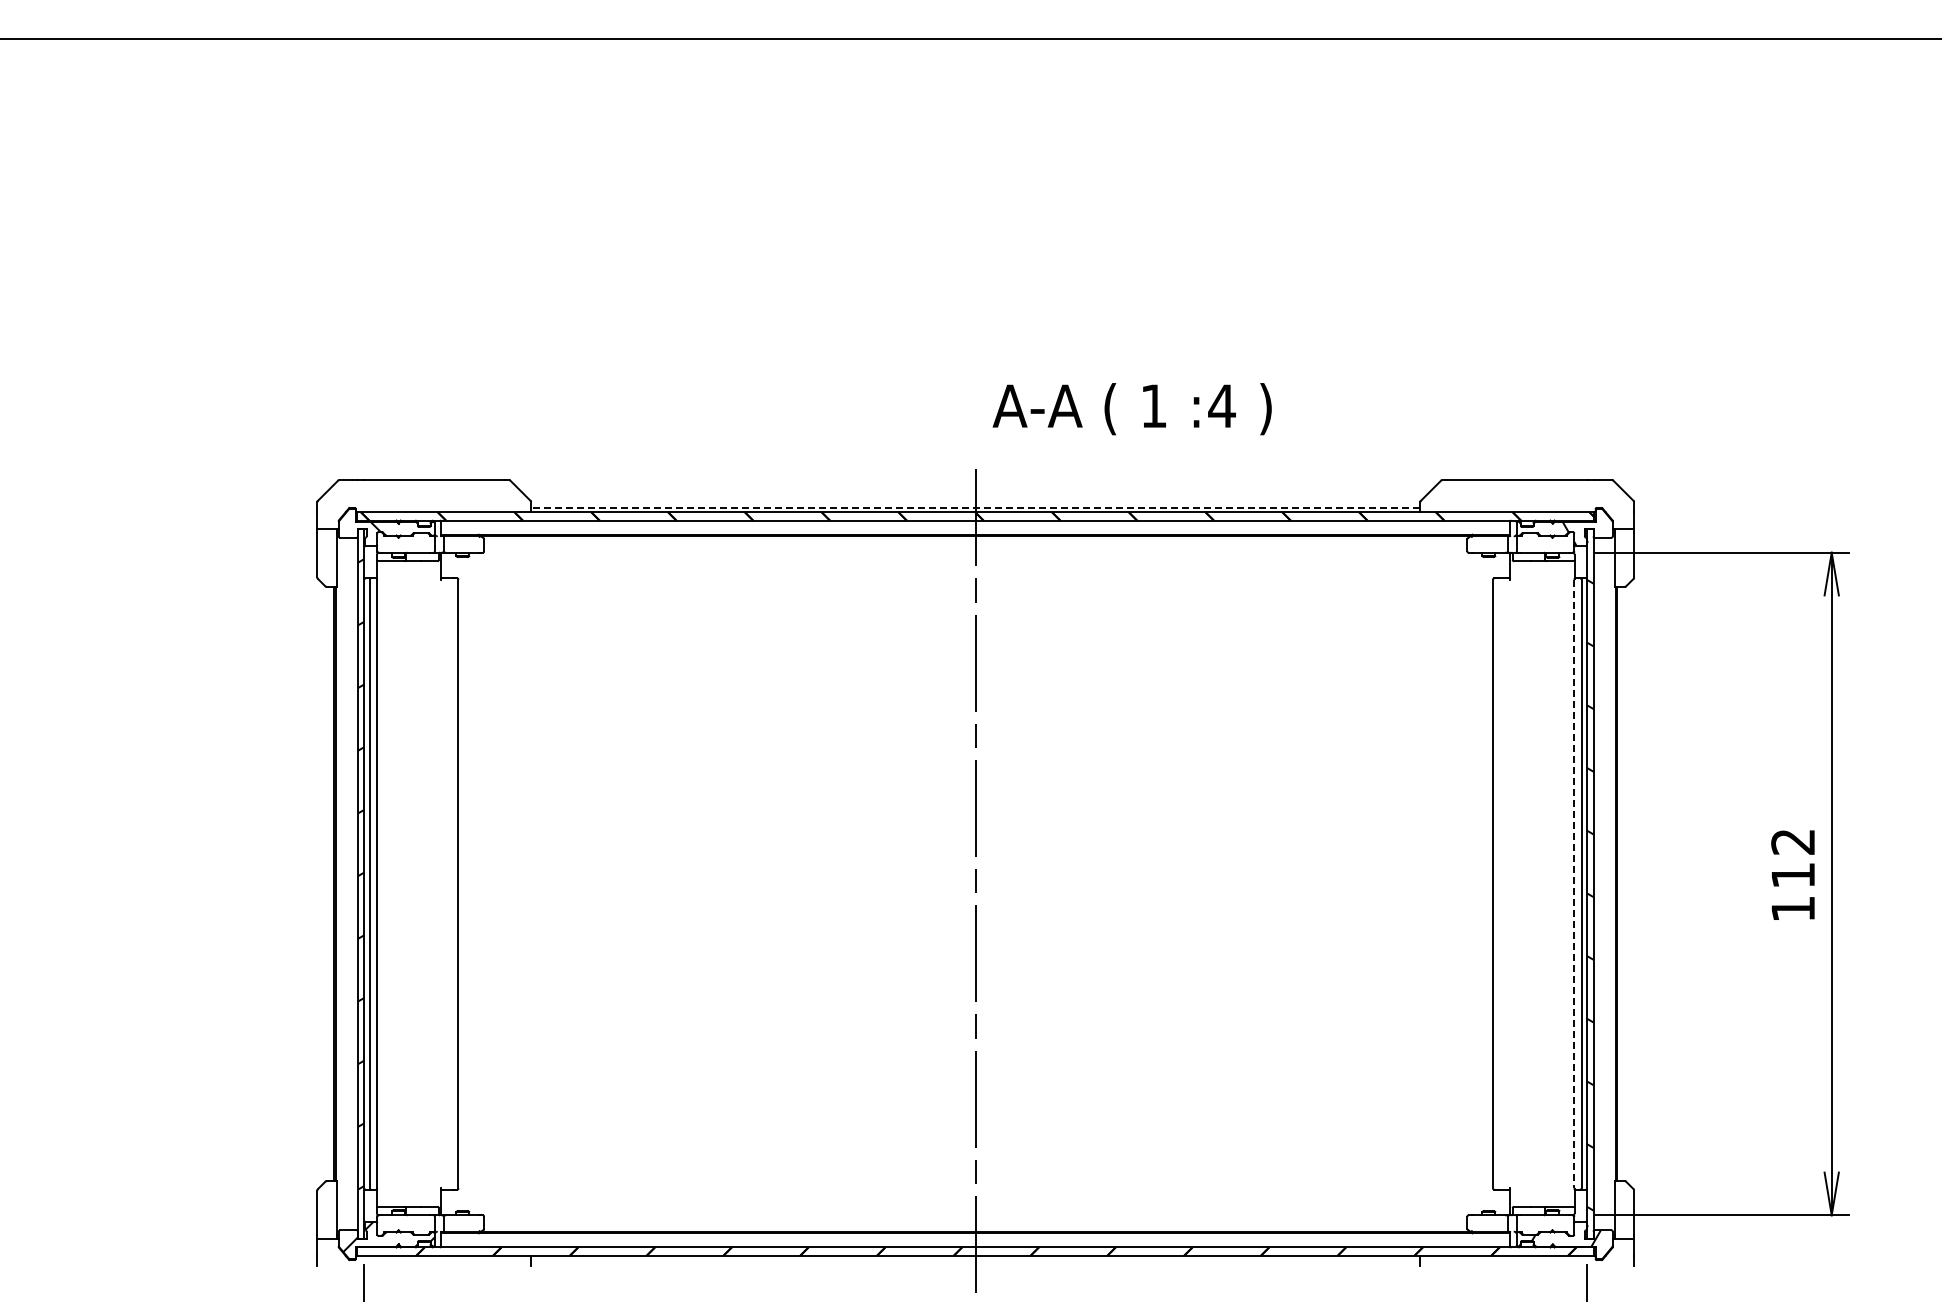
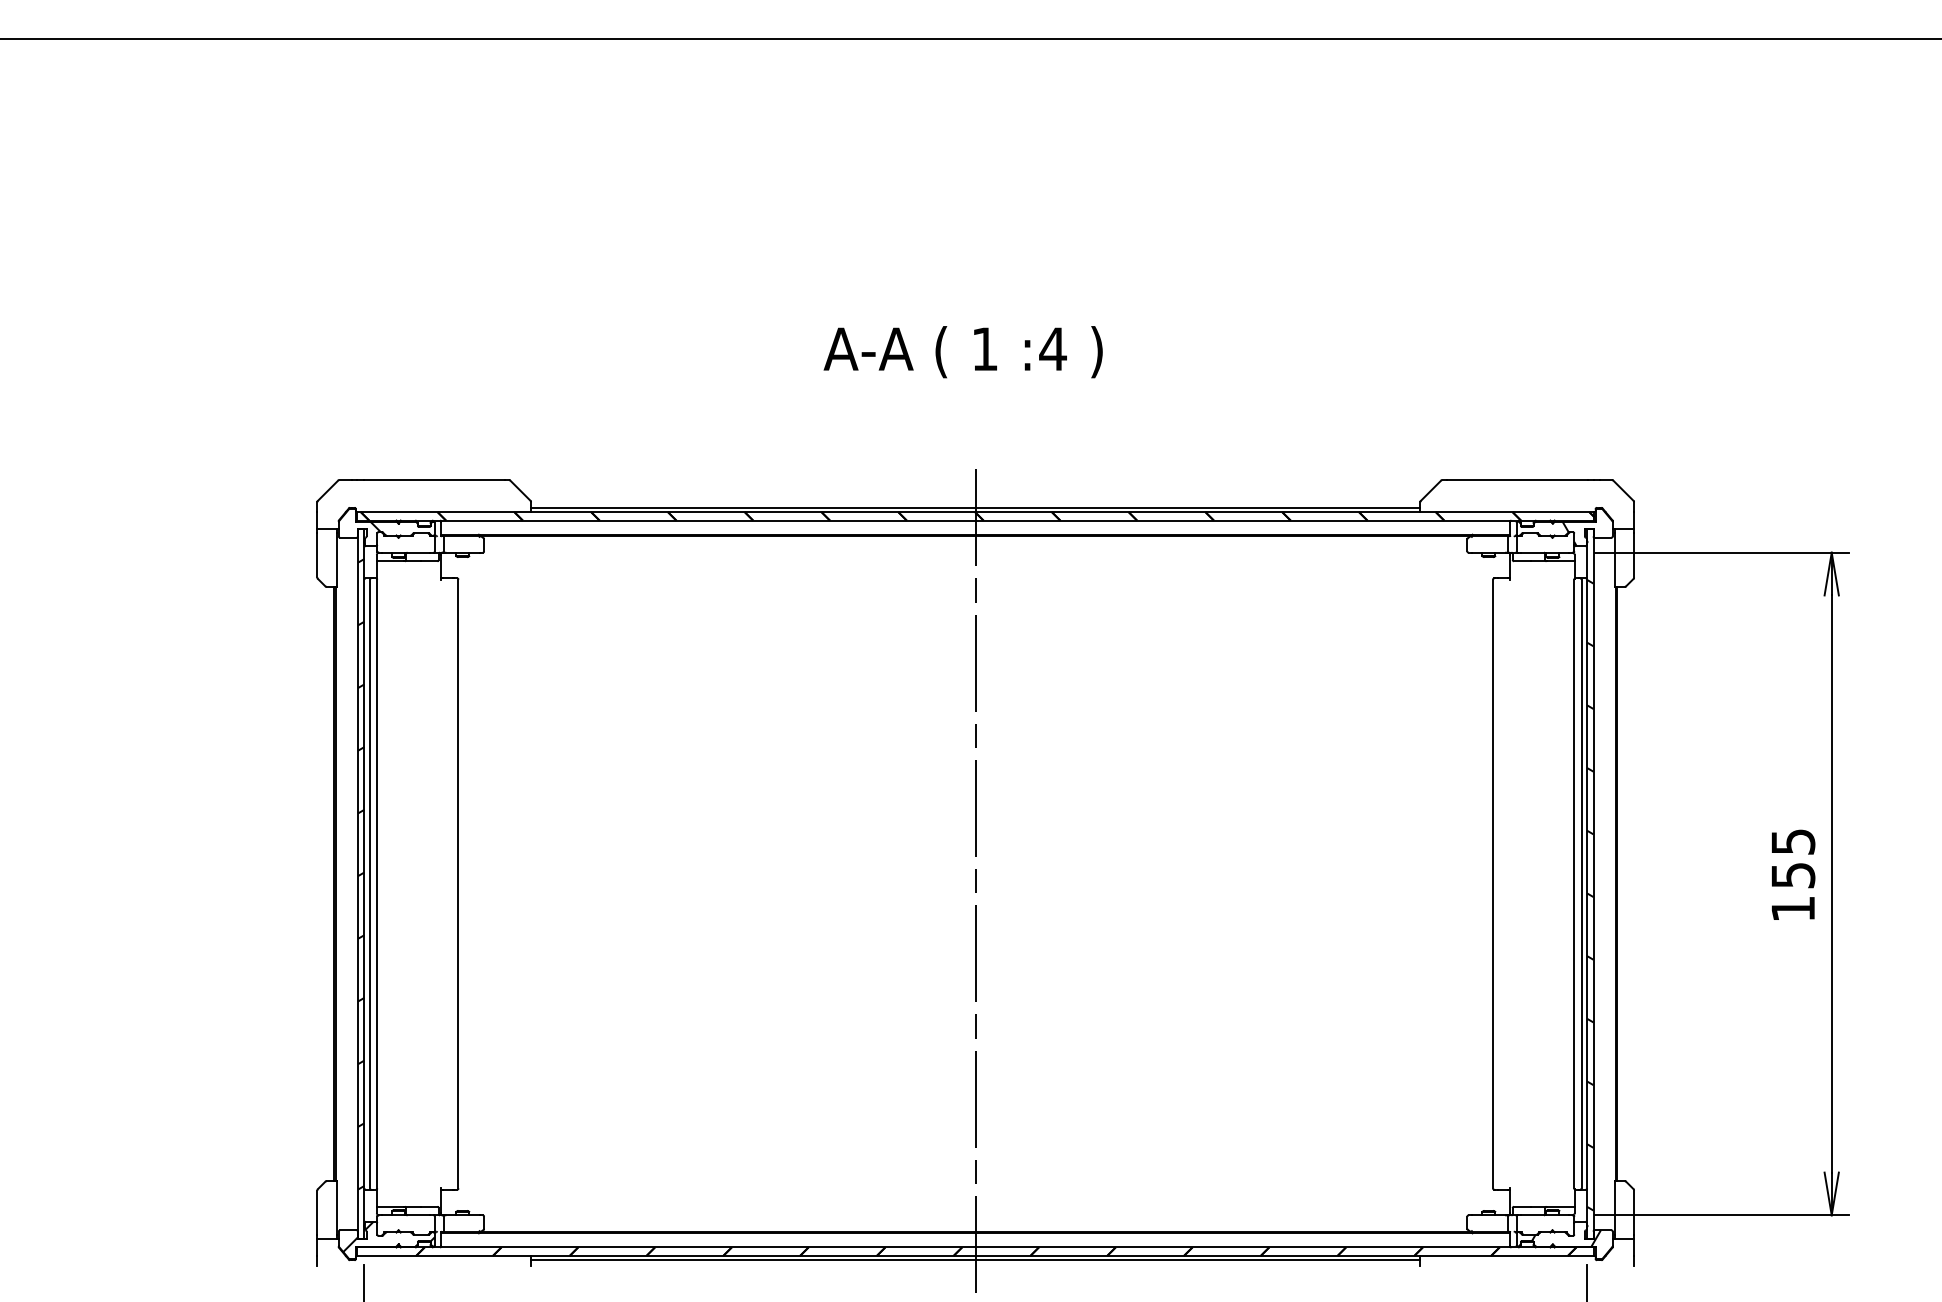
text at (1131, 409) position: (1131, 409) -> (962, 352)
line at (975, 507): dashed -> solid
text at (1793, 858): 112 -> 155
line at (1574, 884): dashed -> solid
line at (975, 1260): none -> present
